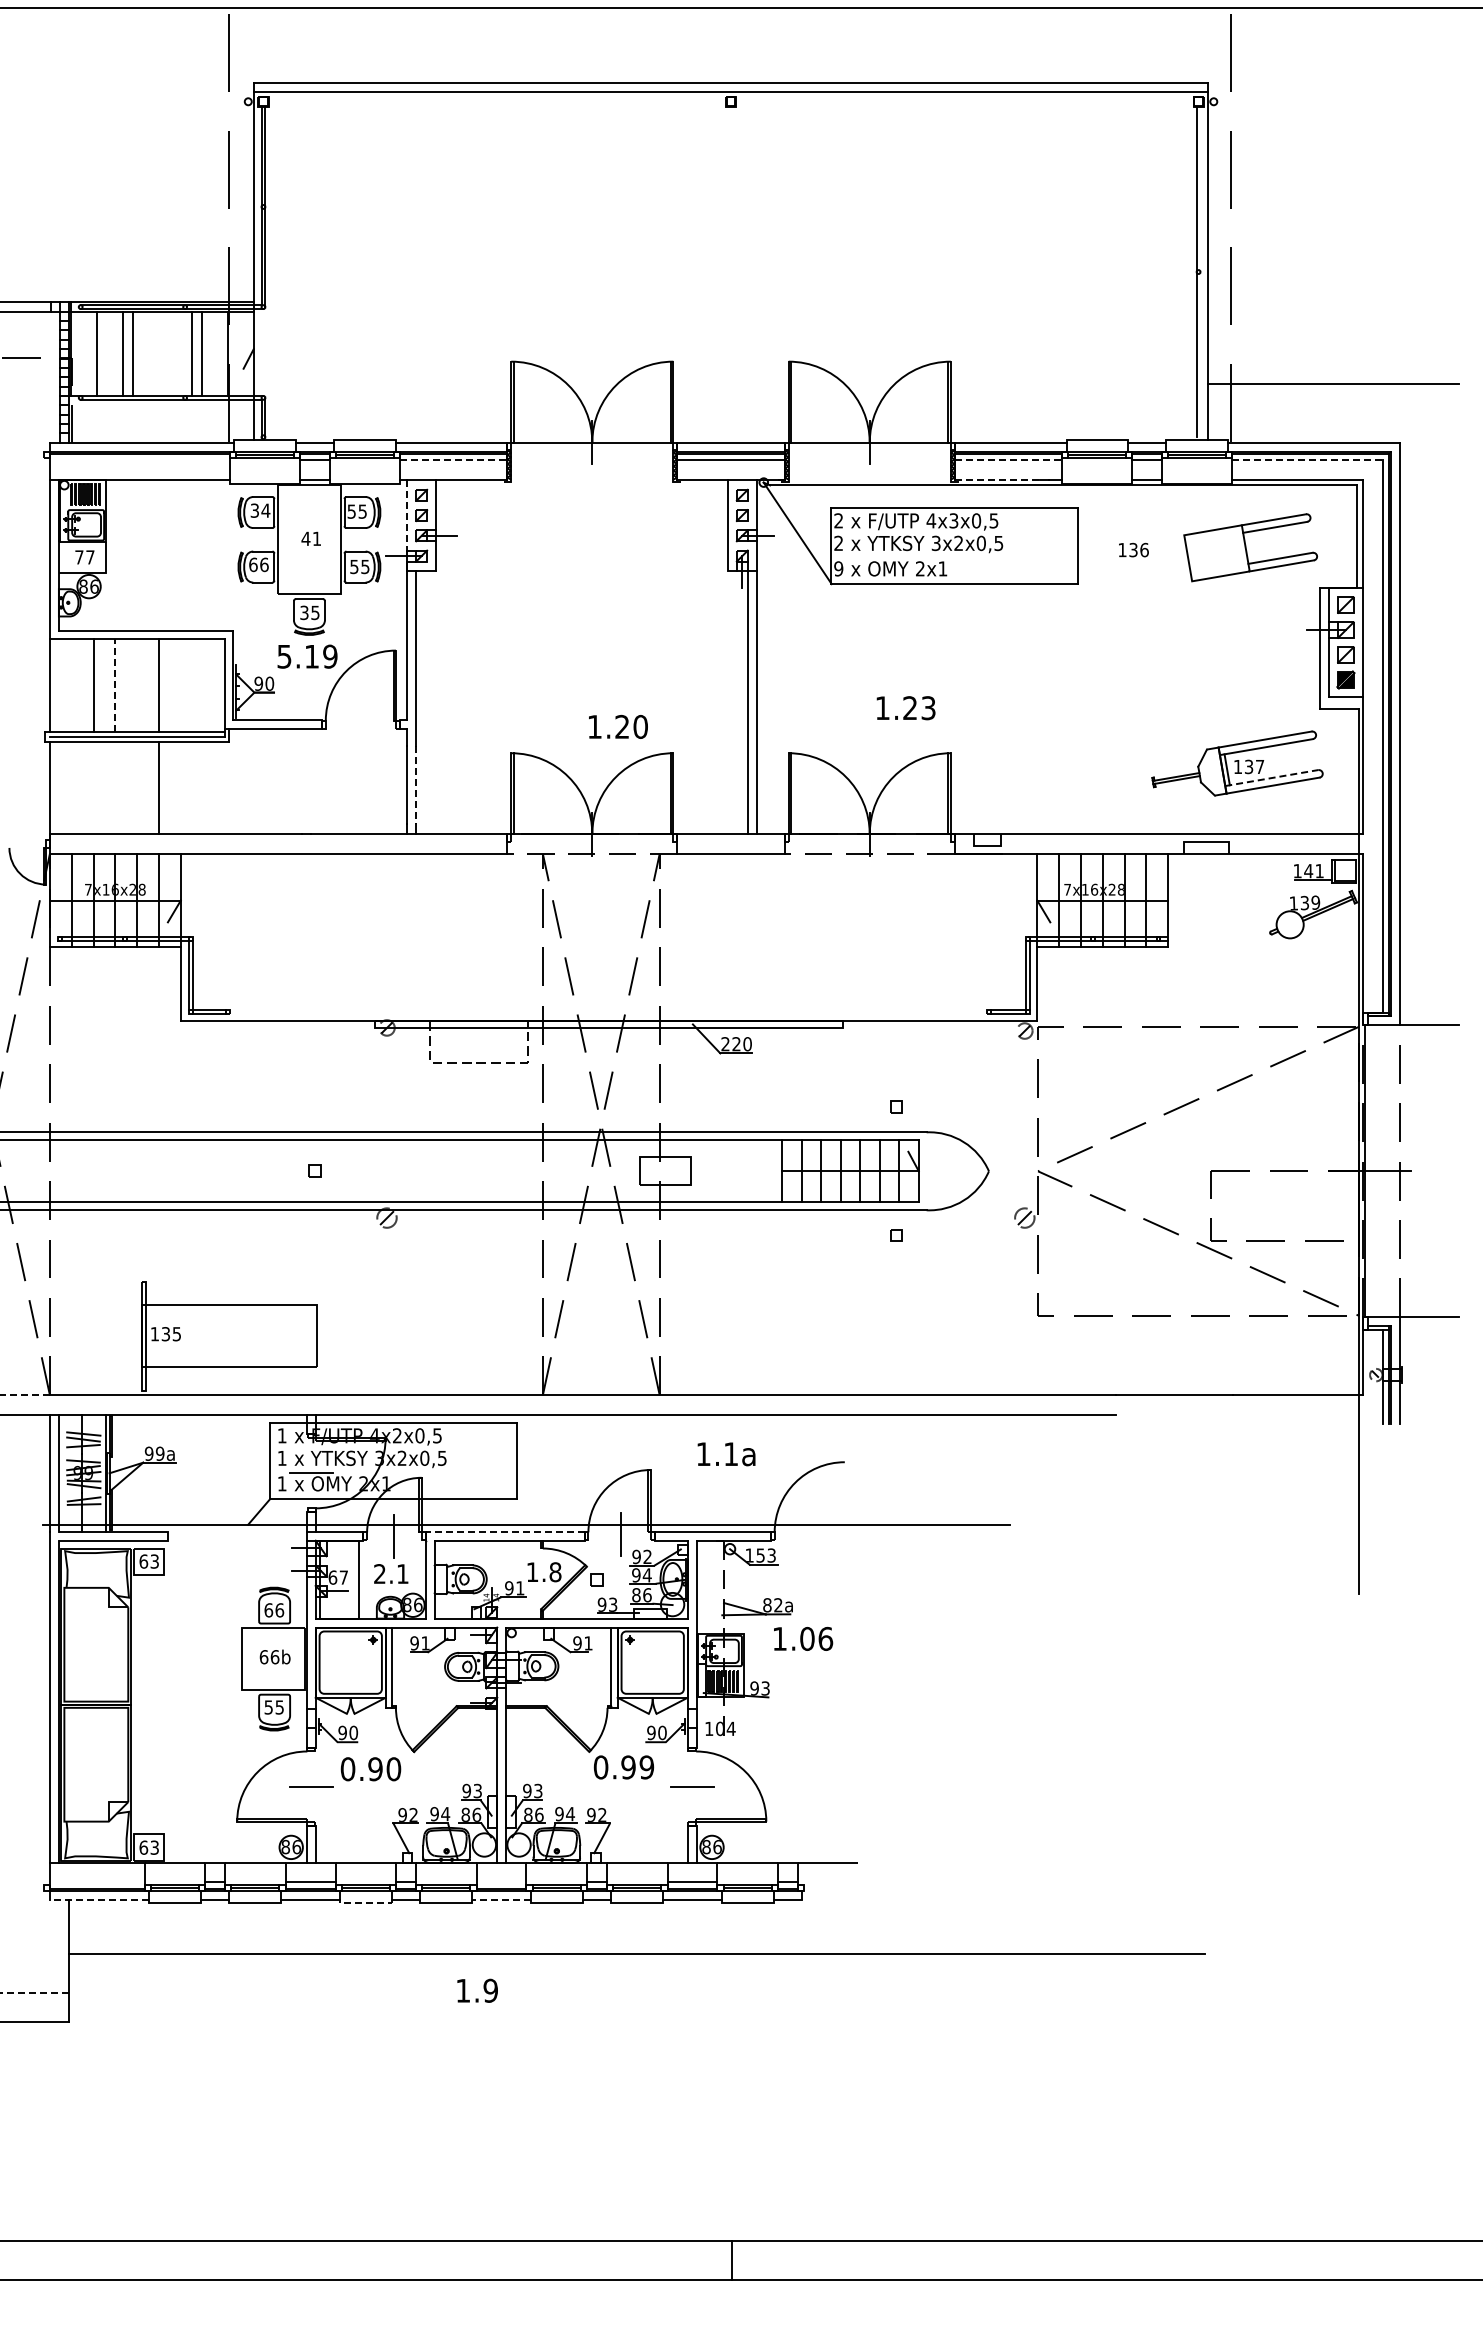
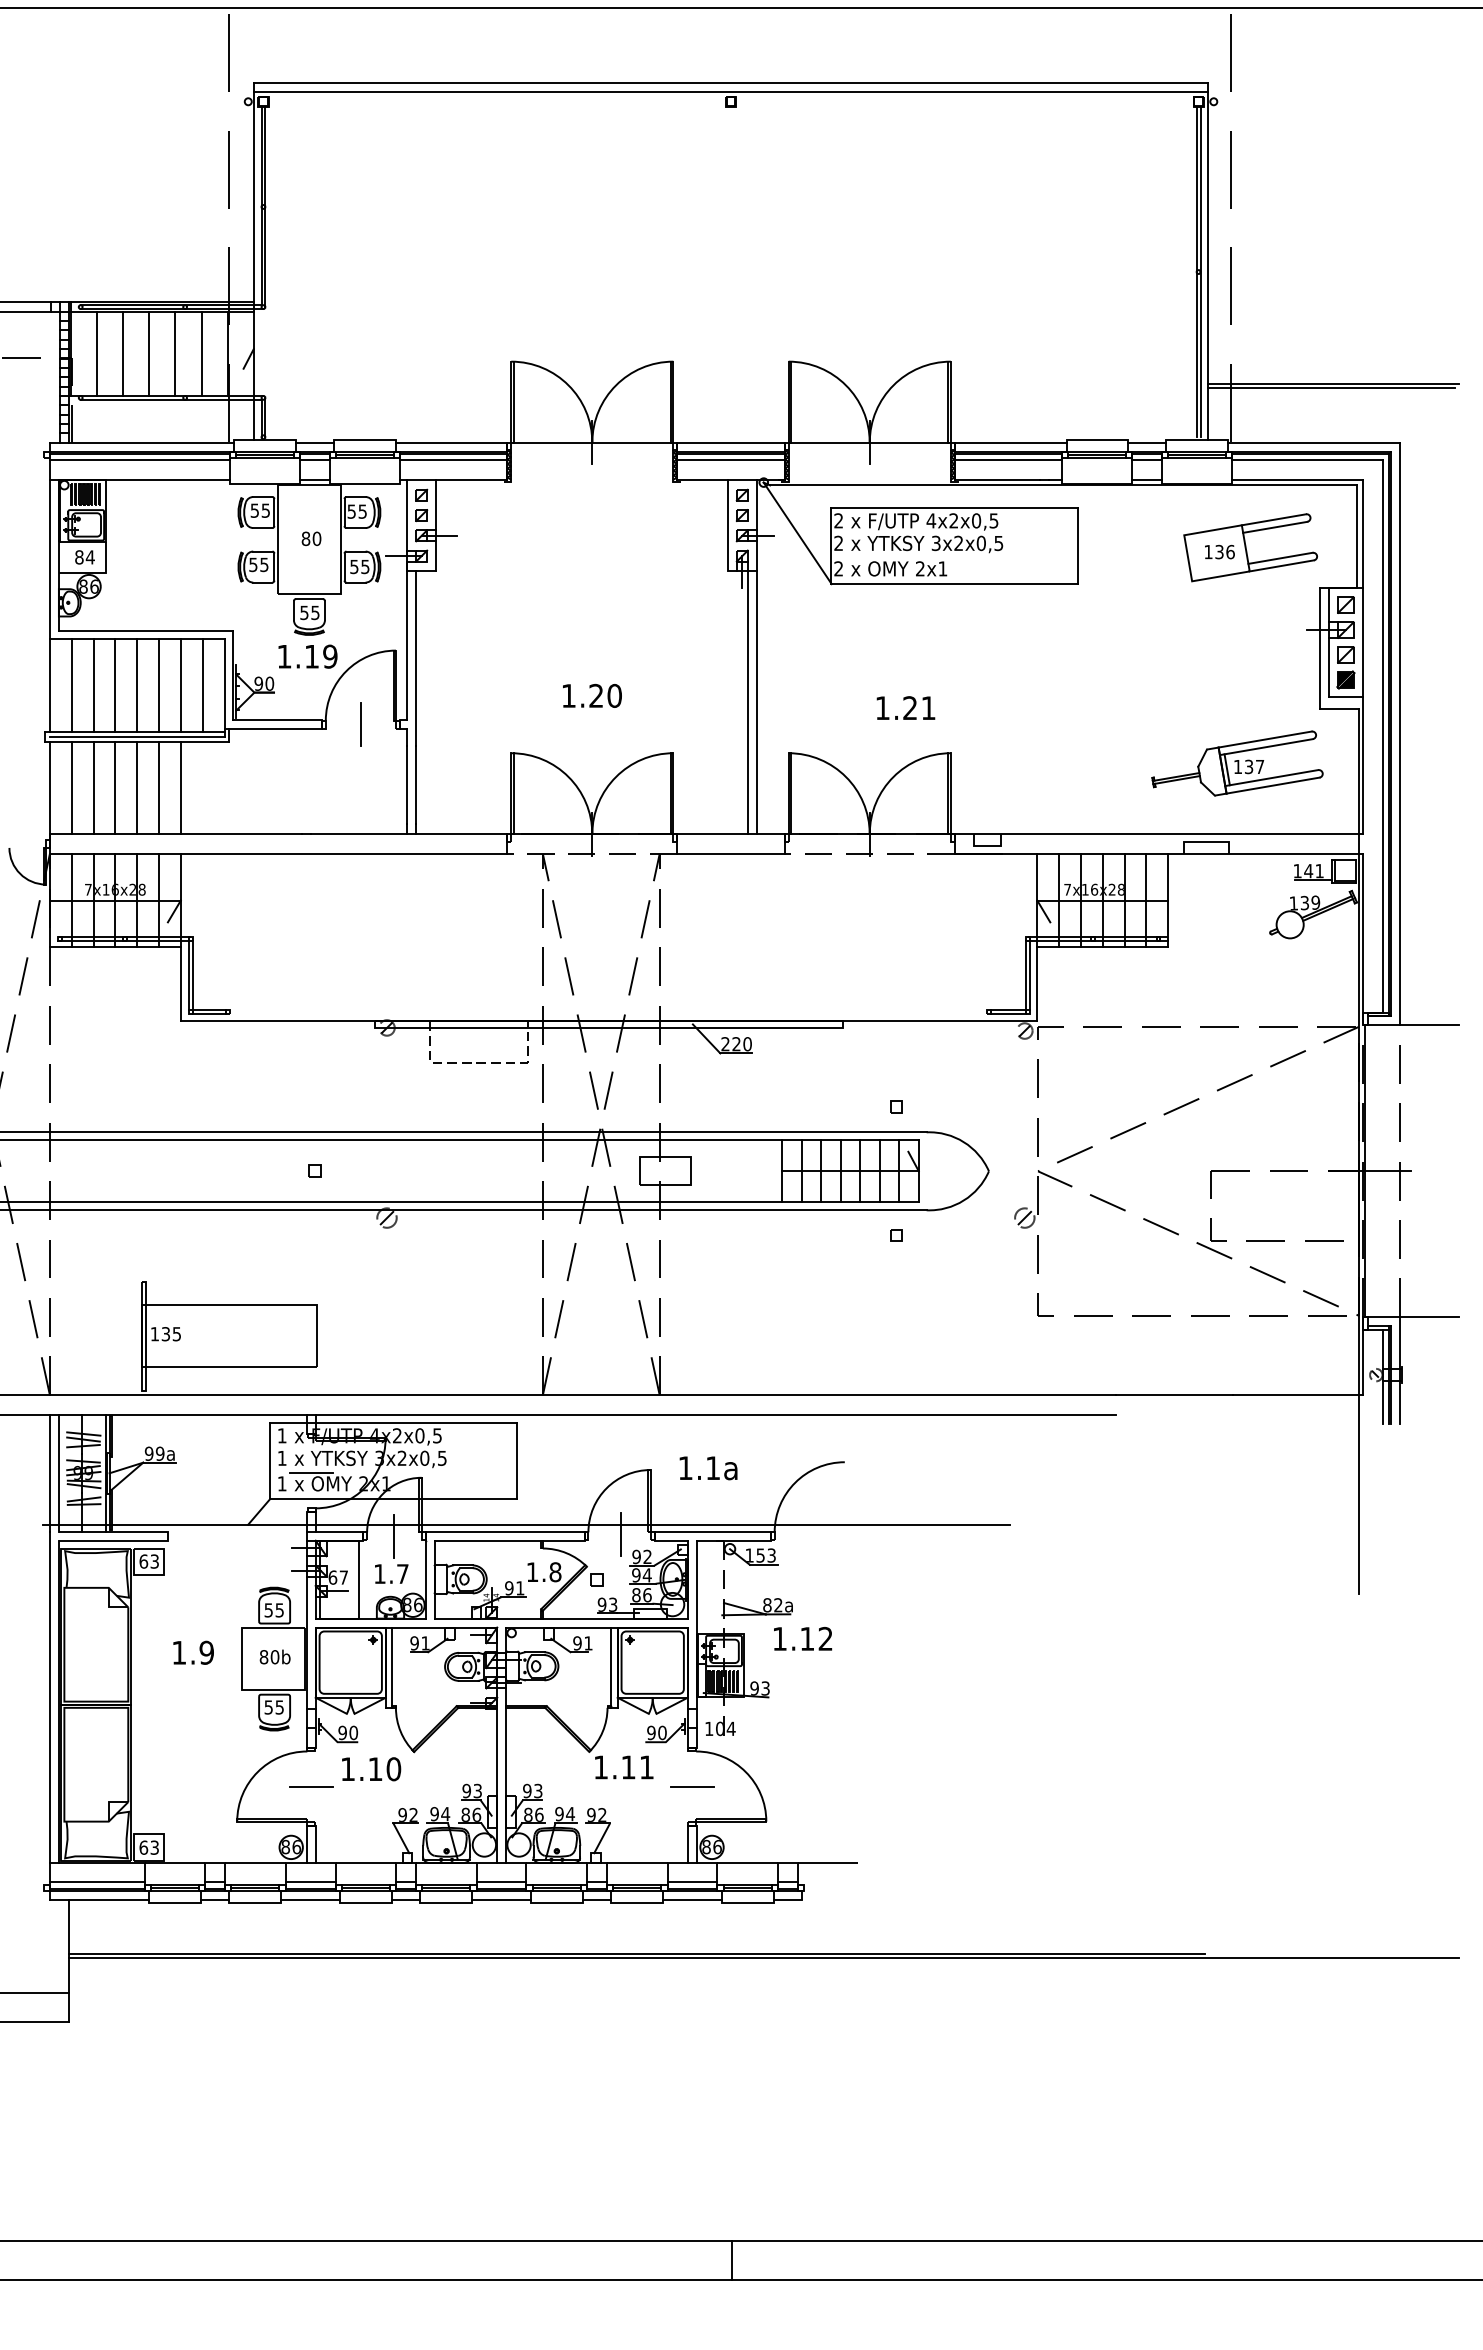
line at (1200, 271): none -> present
line at (133, 353) position: (133, 353) -> (149, 353)
line at (192, 353) position: (192, 353) -> (175, 353)
line at (1331, 388): none -> present
line at (139, 460): none -> present
line at (453, 460): dashed -> solid
line at (1008, 460): dashed -> solid
line at (1307, 460): dashed -> solid
line at (997, 479): dashed -> solid
text at (260, 510): 34 -> 55
line at (406, 515): dashed -> solid
text at (953, 520): 4x3x0,5 -> 4x2x0,5
text at (311, 538): 41 -> 80
text at (1133, 549) position: (1133, 549) -> (1219, 551)
text at (84, 557): 77 -> 84
text at (258, 564): 66 -> 55
text at (838, 568): 9 -> 2
text at (304, 612): 35 -> 55
text at (284, 656): 5.19 -> 1.19
line at (71, 685): none -> present
line at (115, 685): dashed -> solid
line at (137, 685): none -> present
line at (180, 685): none -> present
line at (202, 685): none -> present
text at (928, 708): 1.23 -> 1.21
line at (360, 724): none -> present
text at (618, 726) position: (618, 726) -> (592, 695)
line at (1272, 777): dashed -> solid
line at (415, 785): dashed -> solid
line at (71, 787): none -> present
line at (93, 787): none -> present
line at (115, 787): none -> present
line at (137, 787): none -> present
line at (180, 787): none -> present
line at (24, 1395): dashed -> solid
text at (726, 1454) position: (726, 1454) -> (708, 1468)
line at (504, 1531): dashed -> solid
text at (391, 1573): 2.1 -> 1.7
text at (274, 1610): 66 -> 55
text at (816, 1638): 1.06 -> 1.12
text at (269, 1657): 66b -> 80b
text at (623, 1767): 0.99 -> 1.11
text at (361, 1769): 0.90 -> 1.10
line at (96, 1882): none -> present
line at (501, 1882): none -> present
line at (98, 1899): dashed -> solid
line at (501, 1899): dashed -> solid
line at (365, 1903): dashed -> solid
line at (763, 1958): none -> present
text at (477, 1990) position: (477, 1990) -> (193, 1652)
line at (34, 1993): dashed -> solid
